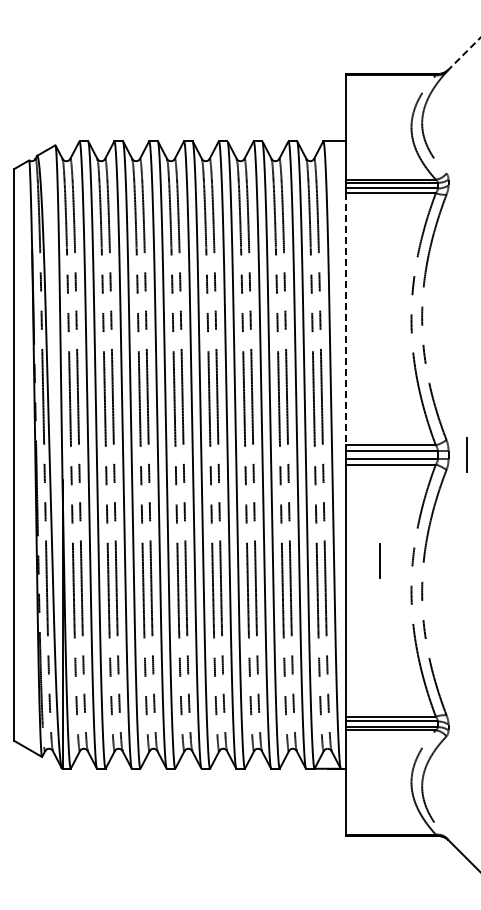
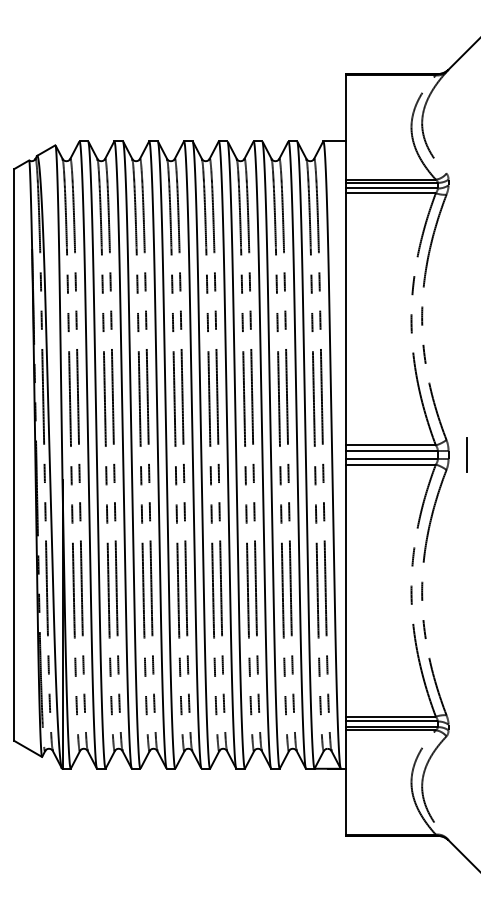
line at (464, 54): dashed -> solid
line at (346, 319): dashed -> solid
line at (379, 560): present -> none
